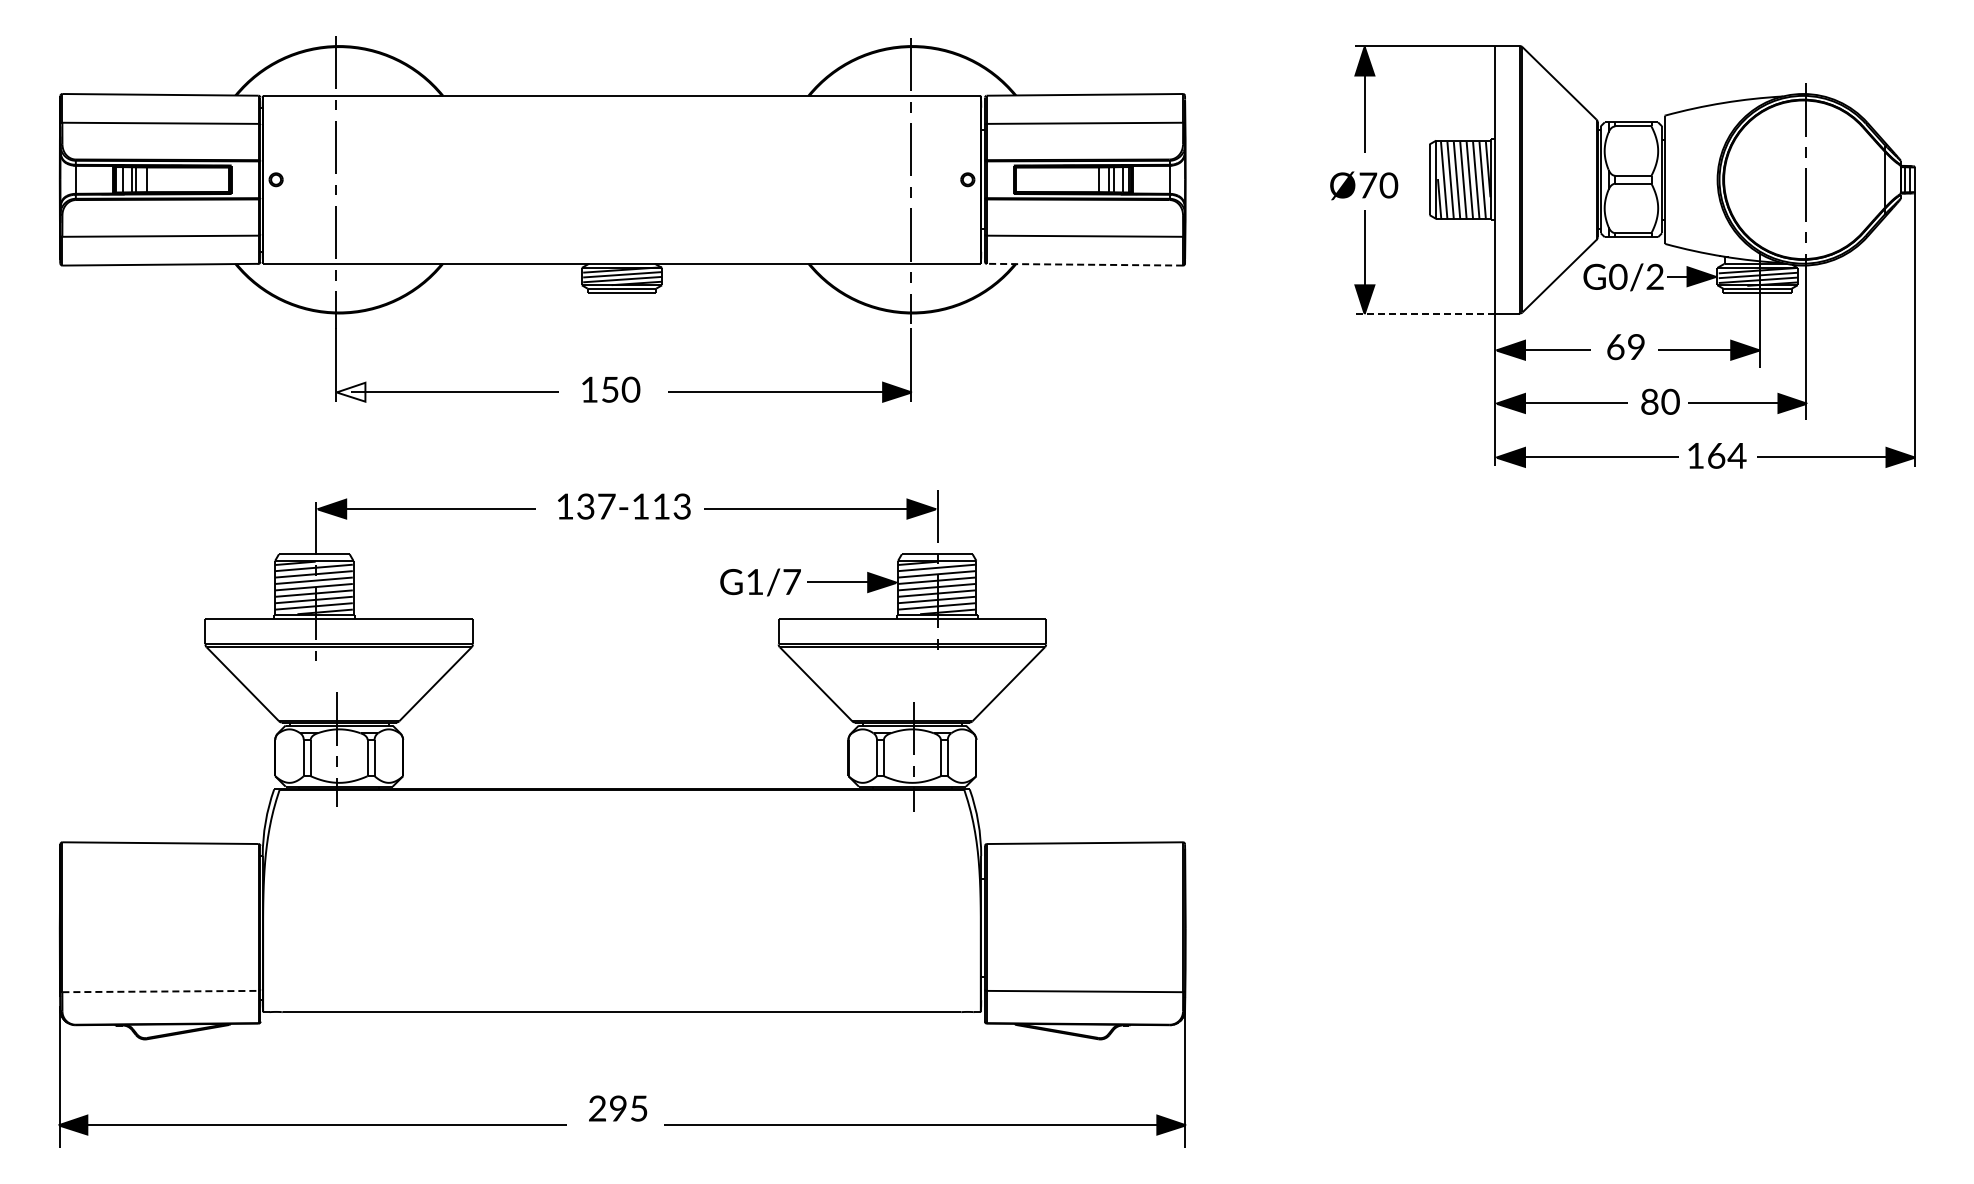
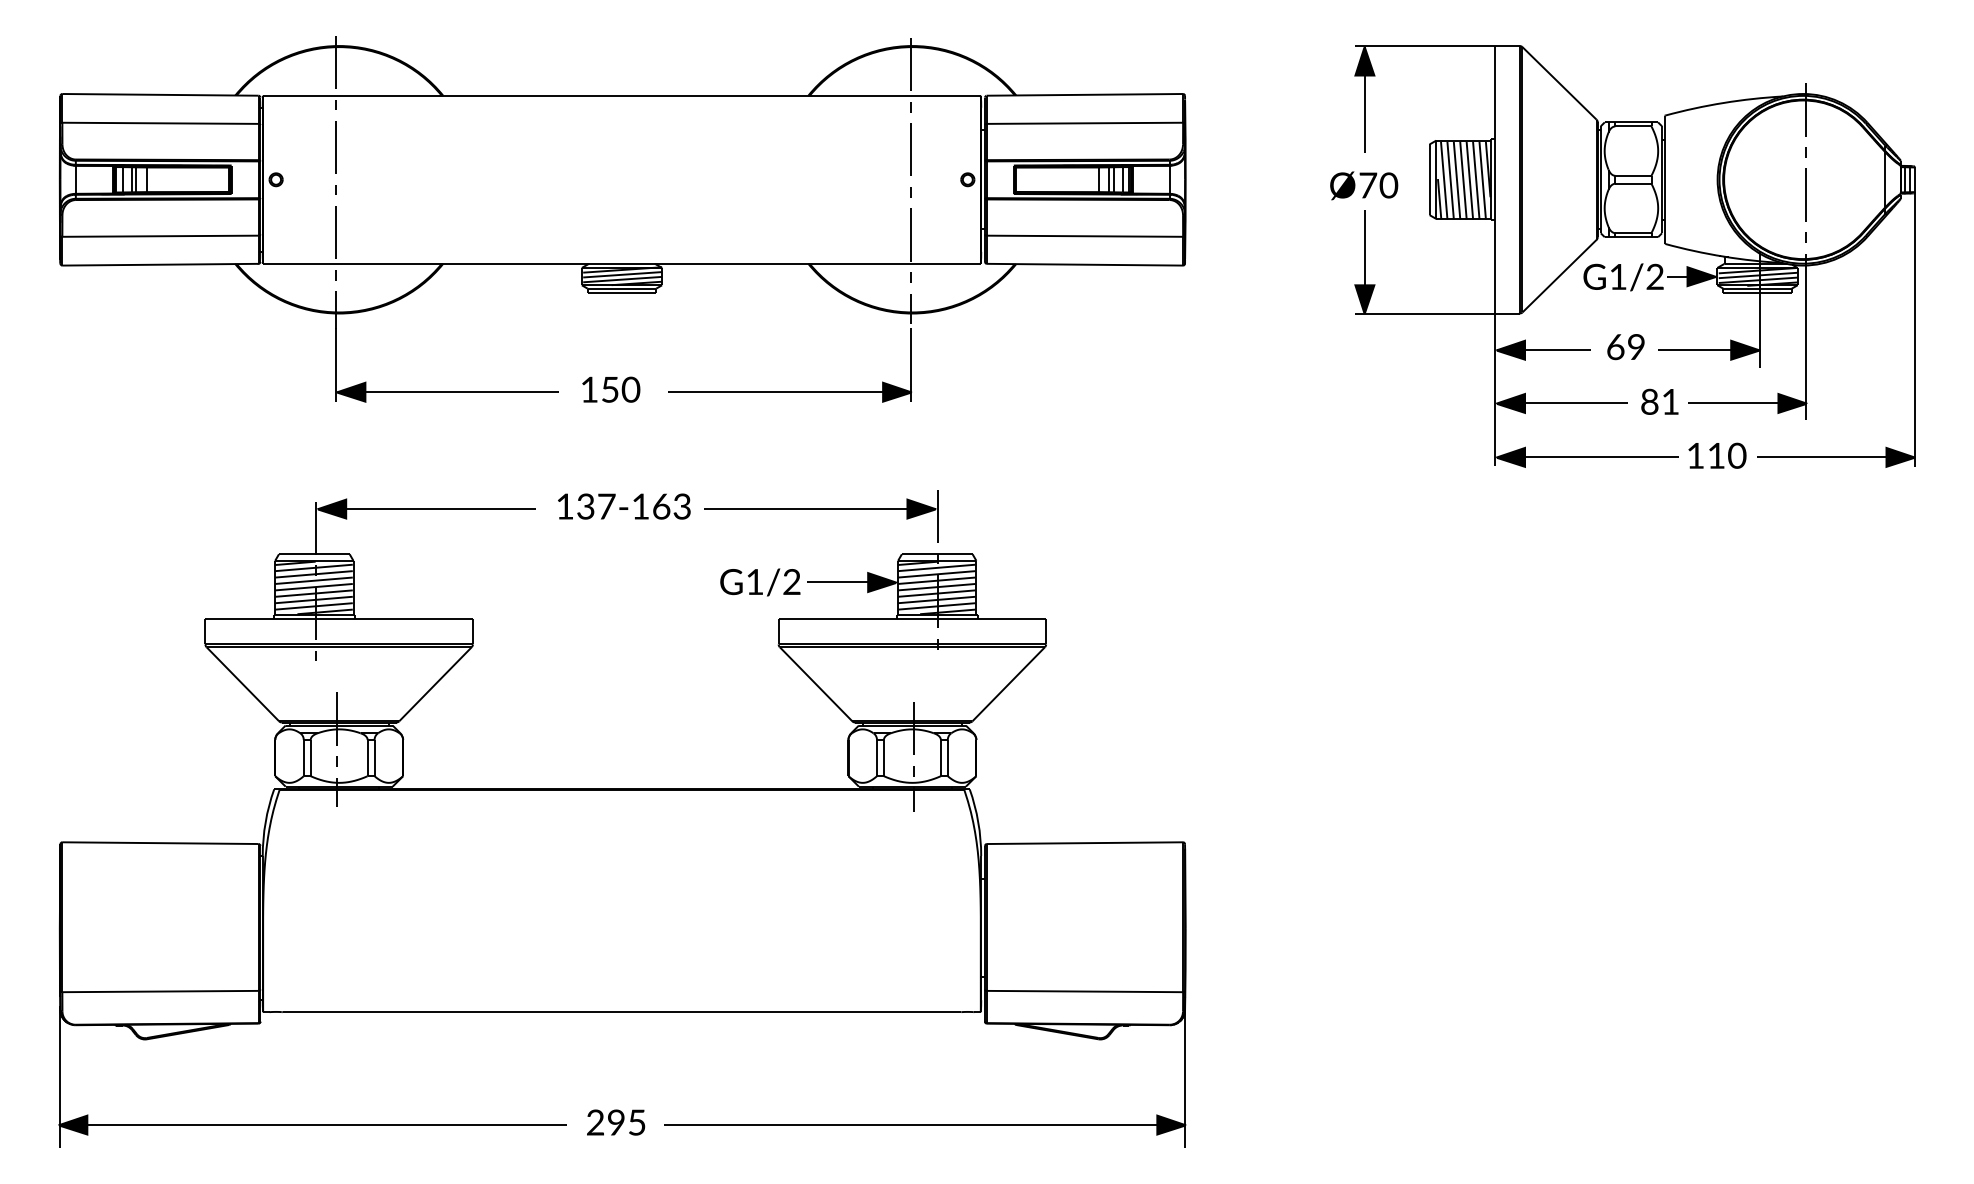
line at (1084, 264): dashed -> solid
text at (1618, 276): G0/2 -> G1/2
line at (1425, 313): dashed -> solid
fill at (351, 391): none -> present
text at (1670, 401): 80 -> 81
text at (1727, 455): 164 -> 110
text at (661, 506): 137-113 -> 137-163
text at (791, 581): G1/7 -> G1/2
line at (160, 991): dashed -> solid
text at (618, 1108) position: (618, 1108) -> (616, 1122)
